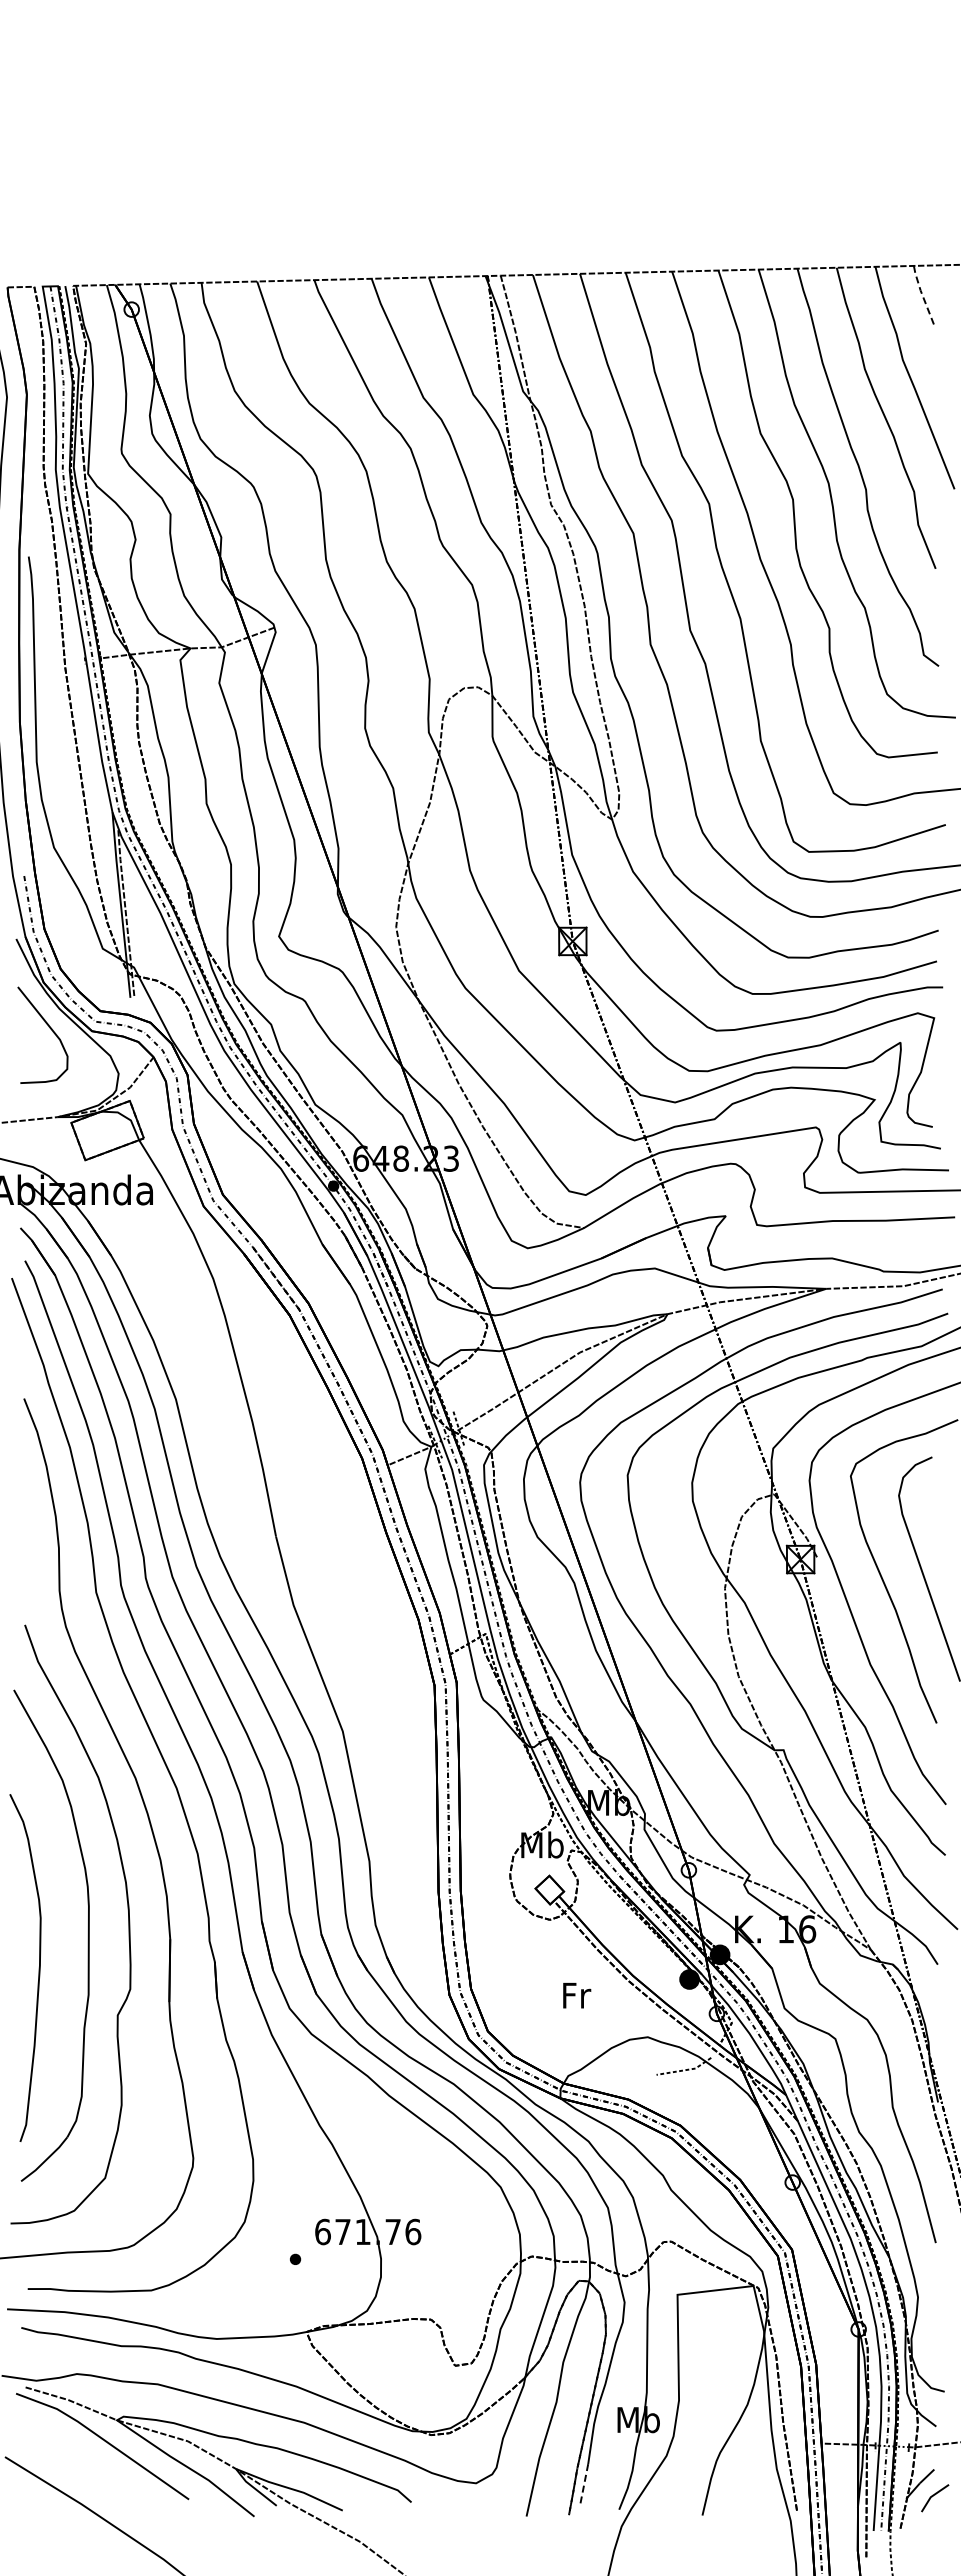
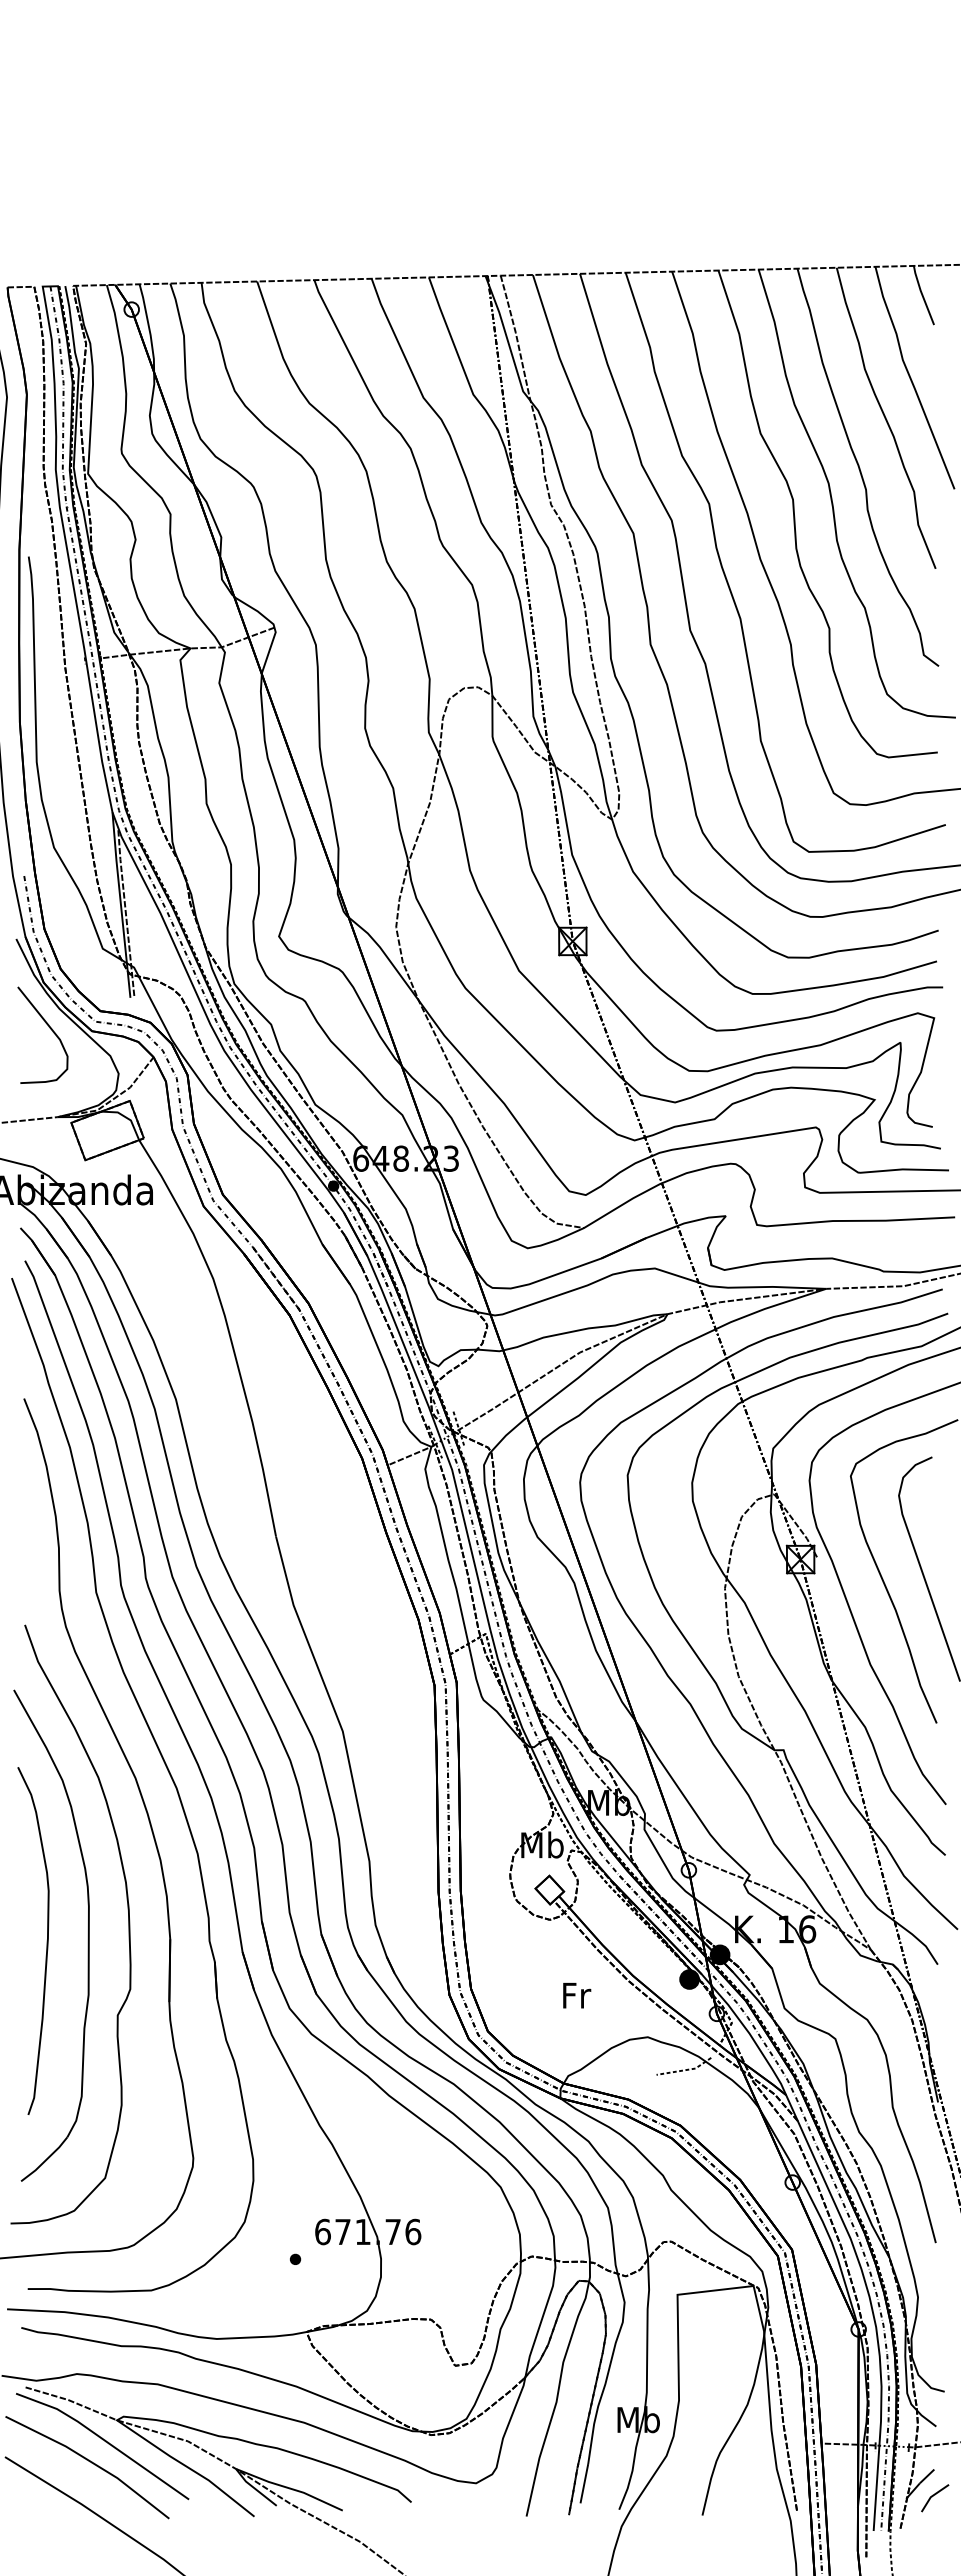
line at (922, 294): dashed -> solid
curve at (38, 1967) position: (38, 1967) -> (46, 1940)
line at (89, 2462): none -> present
line at (584, 2483): dashed -> solid
